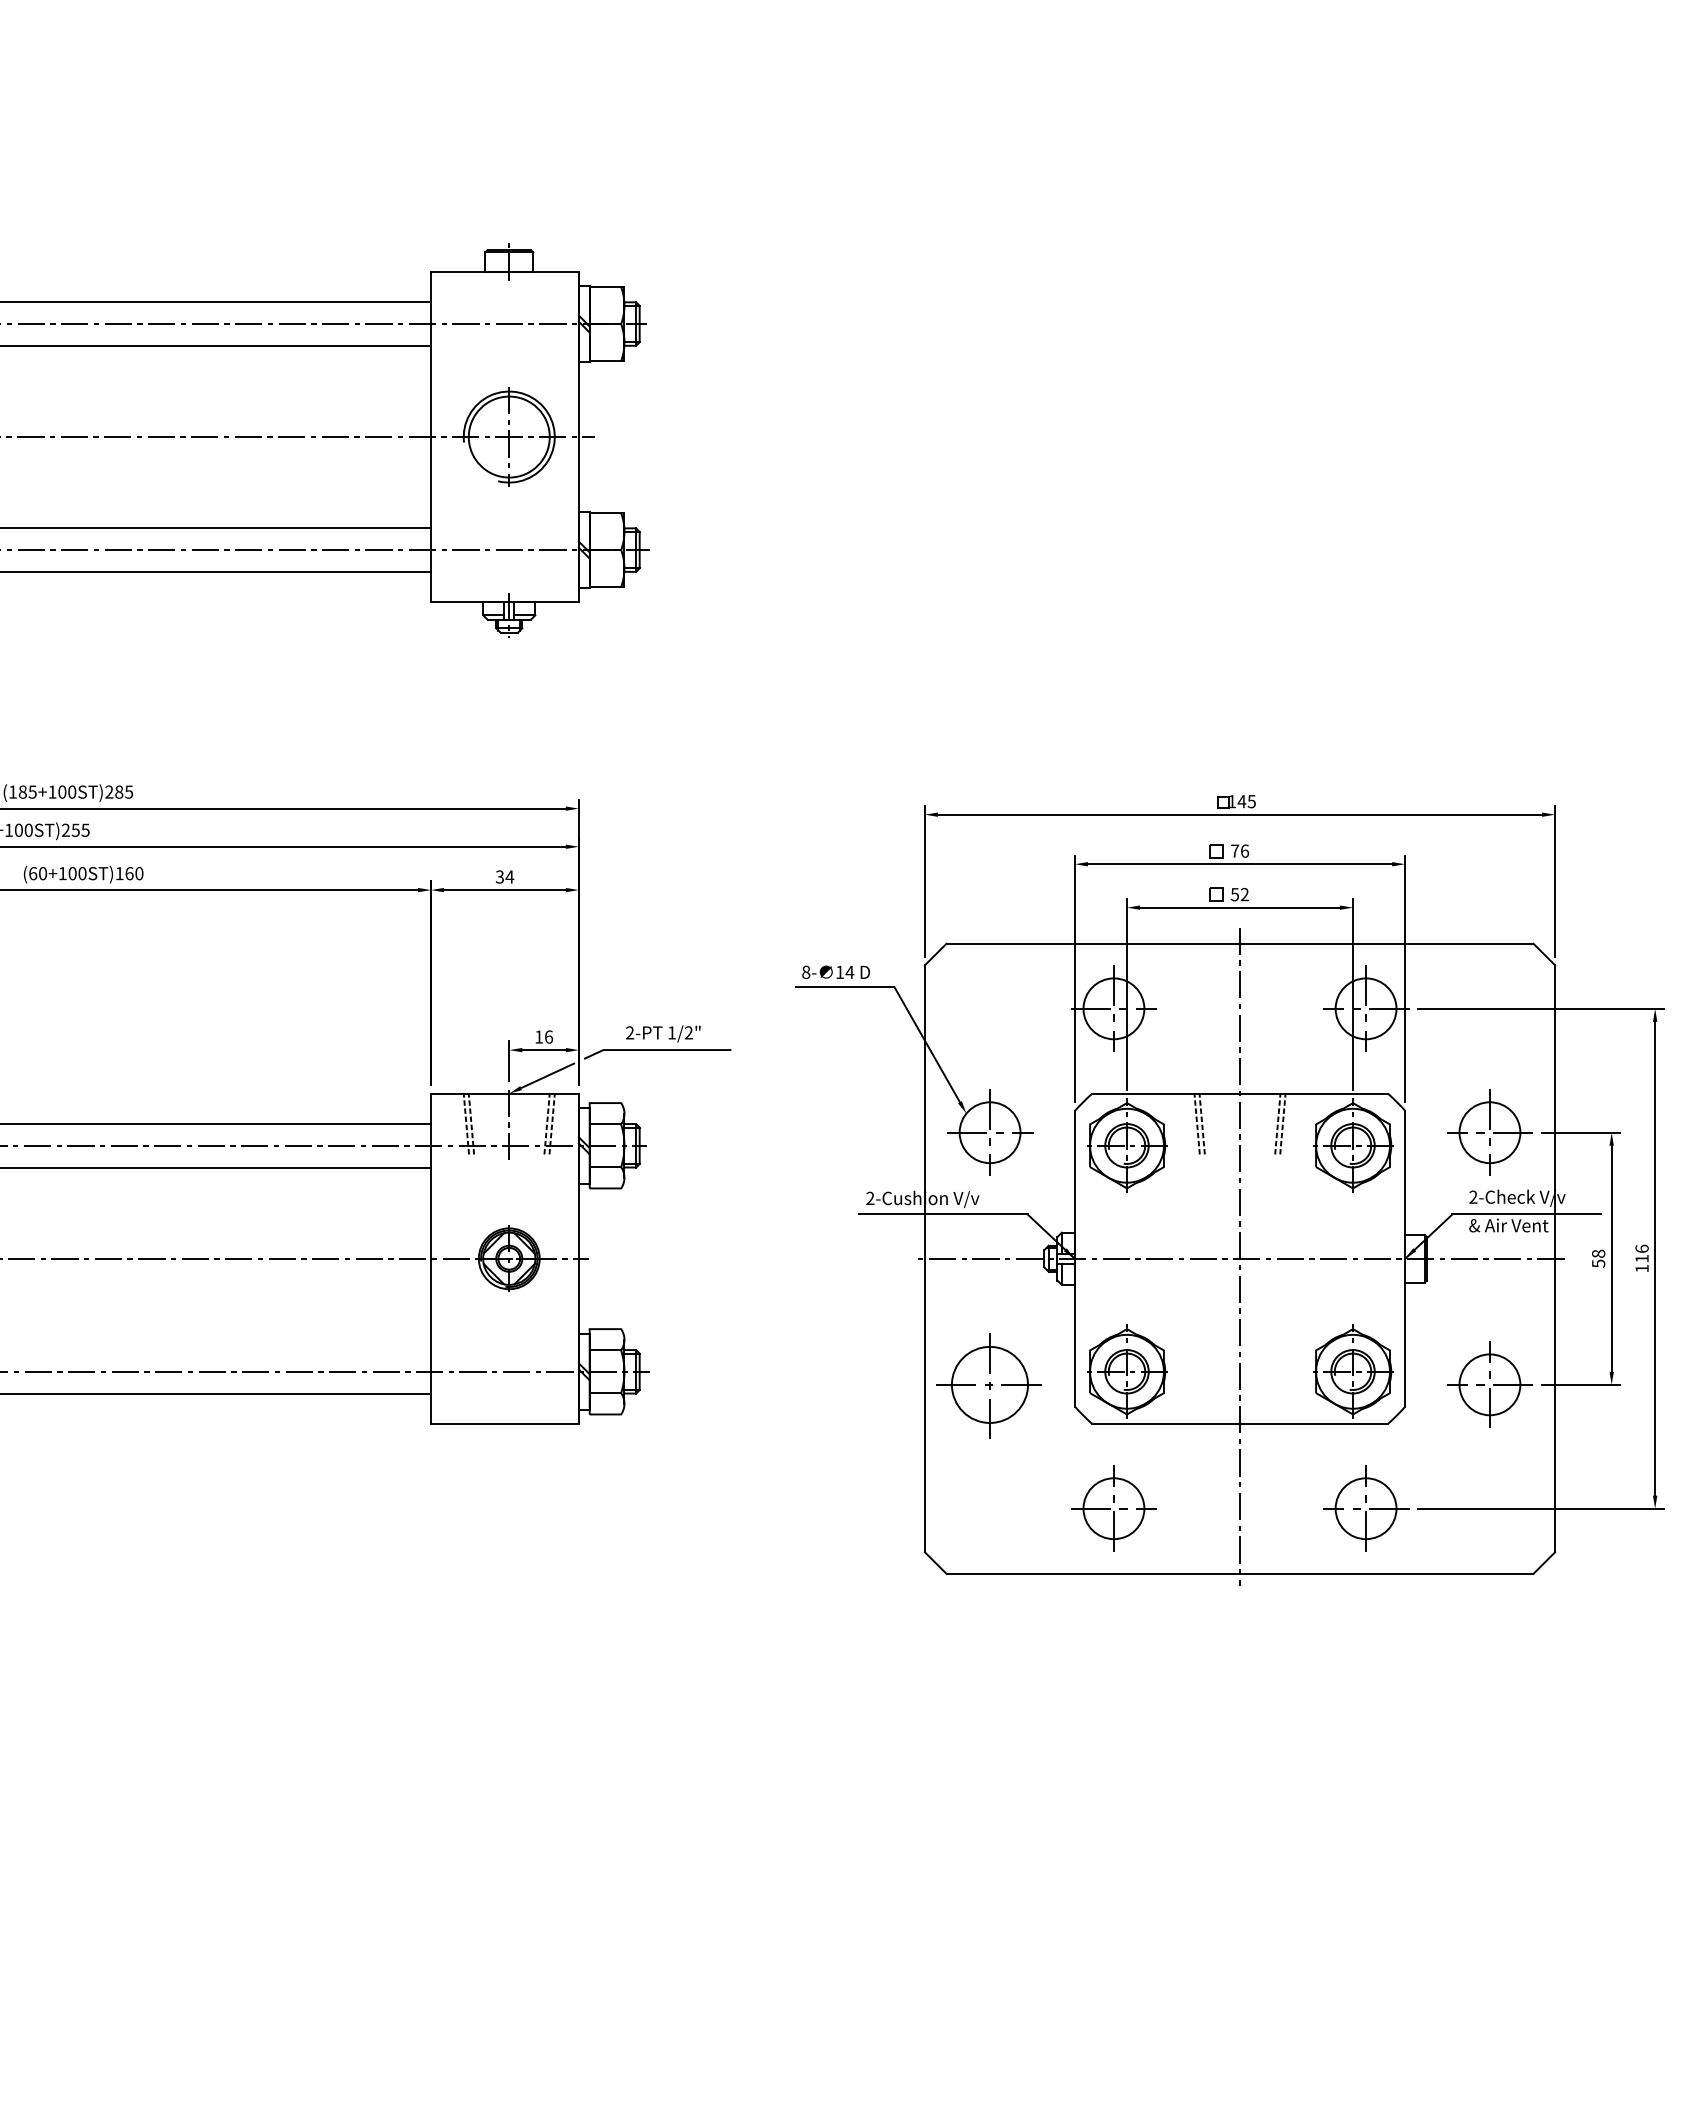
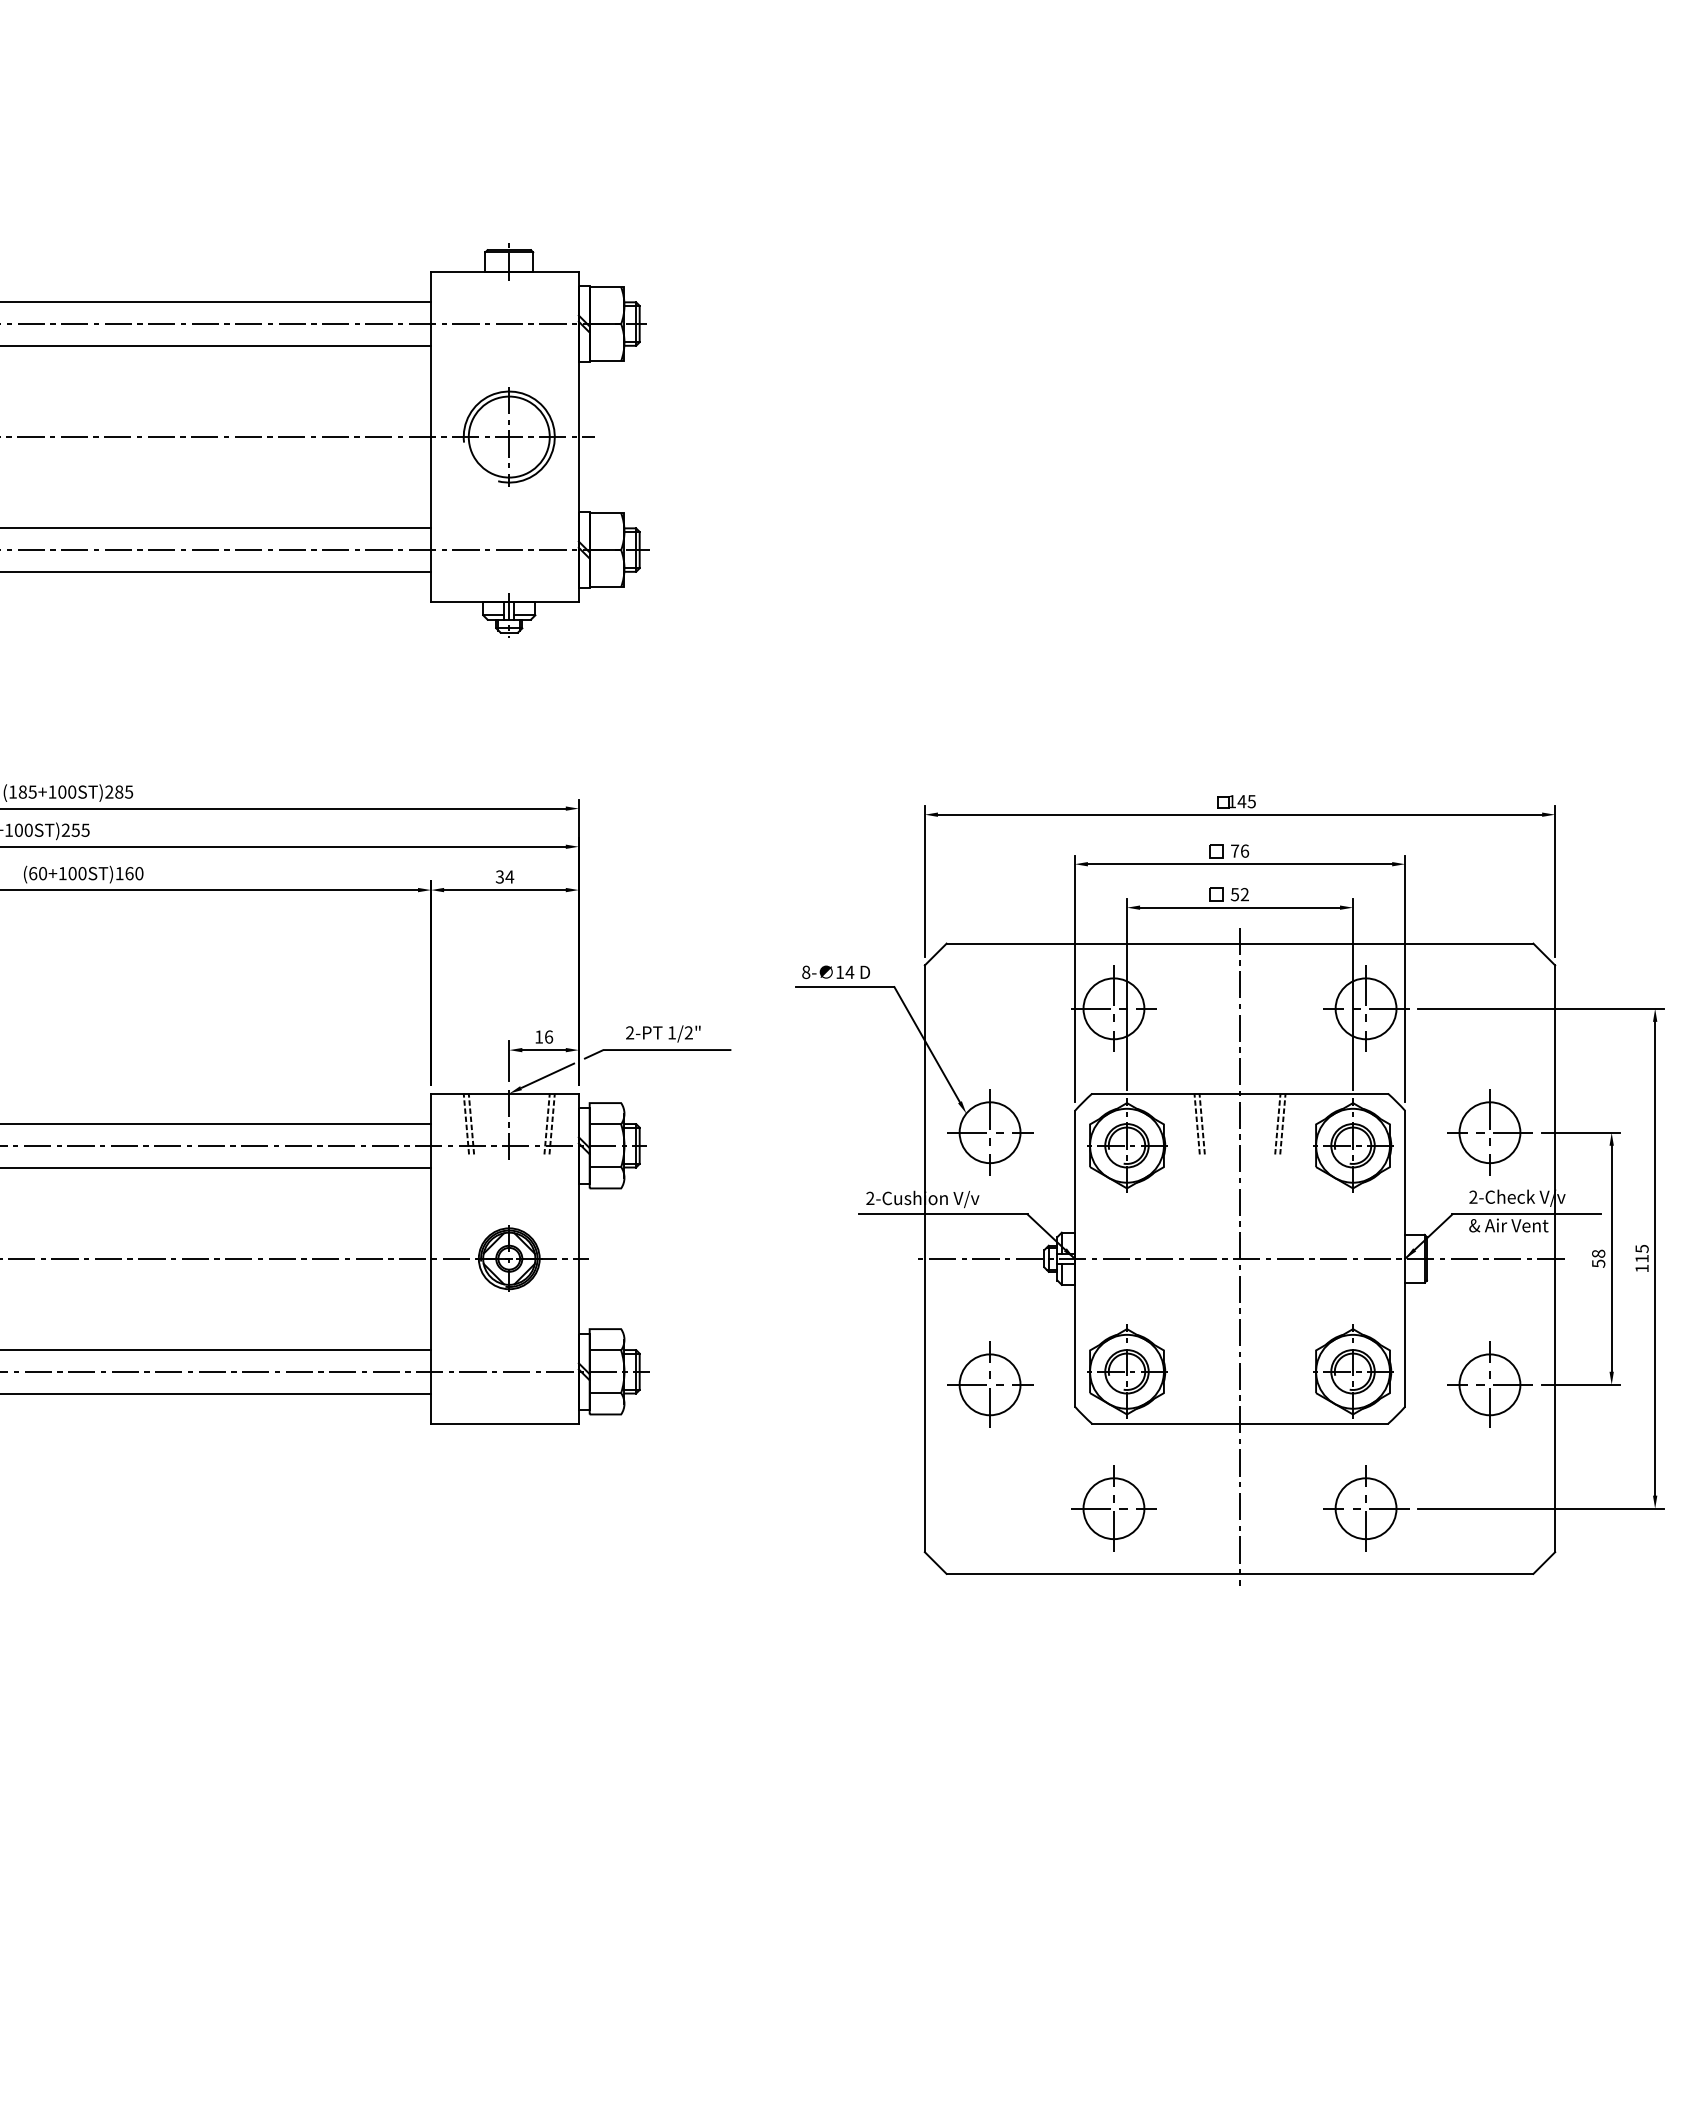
text at (1641, 1248): 116 -> 115
line at (216, 1350): none -> present
part at (988, 1385) size: 106x106 px -> 87x87 px
